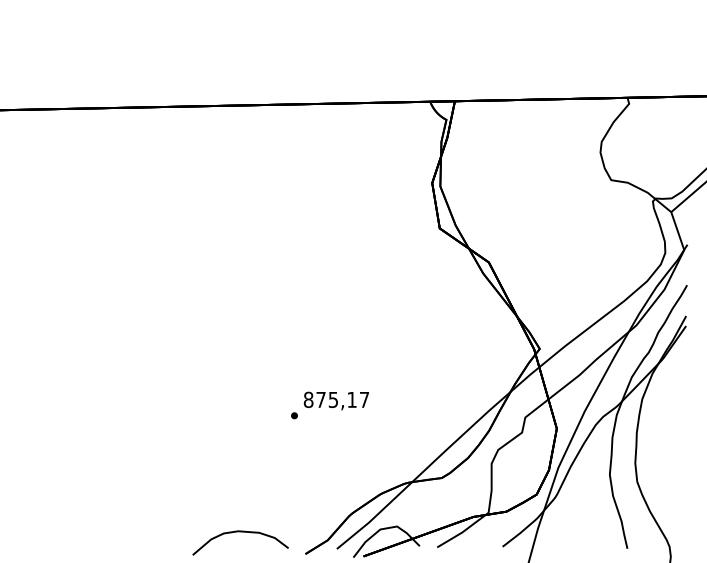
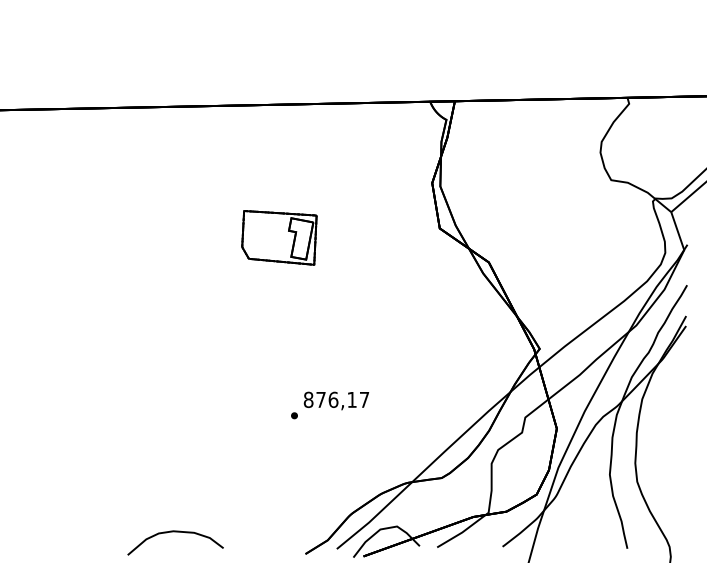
part at (279, 237): none -> present
text at (333, 399): 875,17 -> 876,17
curve at (240, 532) position: (240, 532) -> (175, 532)
